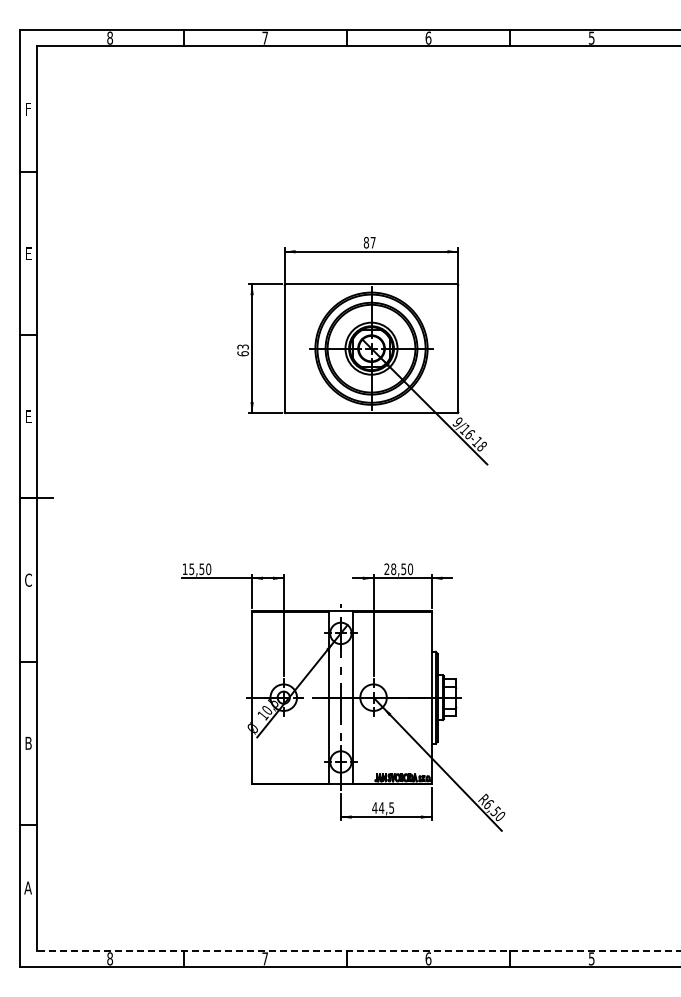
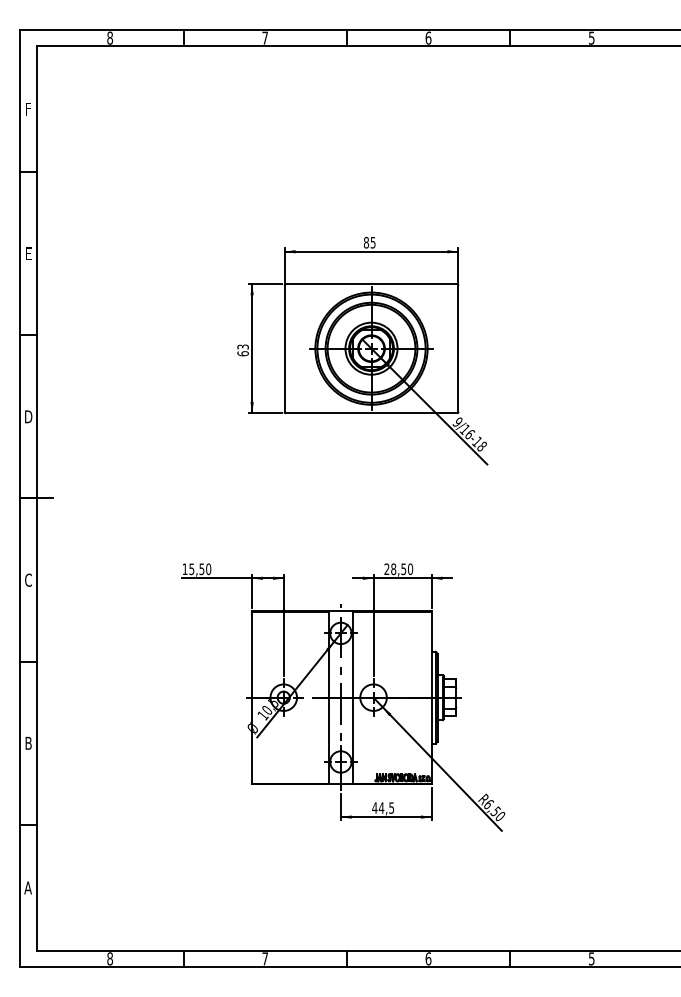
text at (372, 242): 87 -> 85
text at (28, 416): E -> D
line at (358, 950): dashed -> solid
